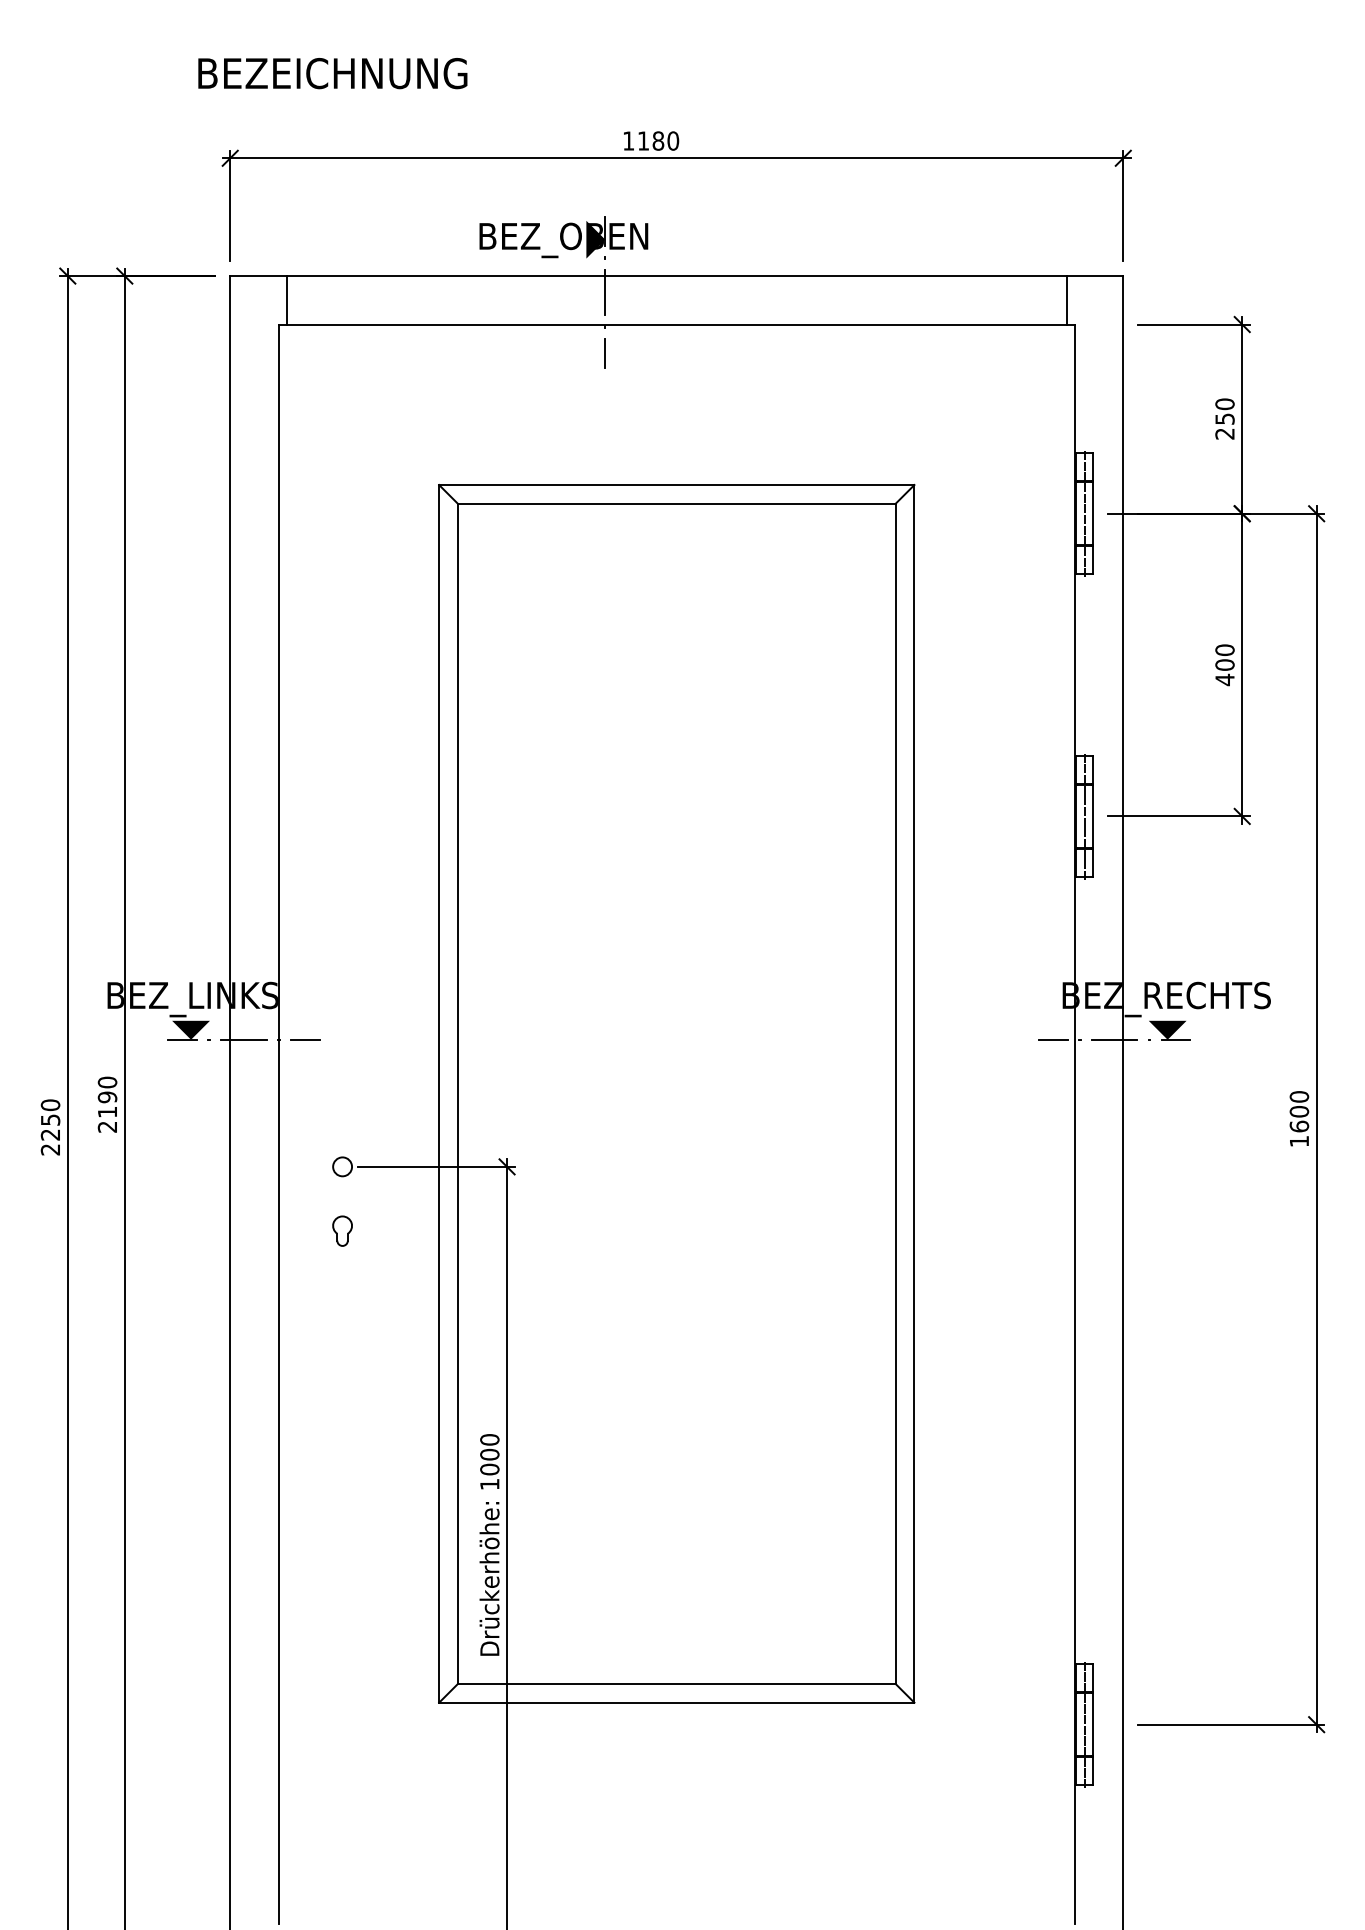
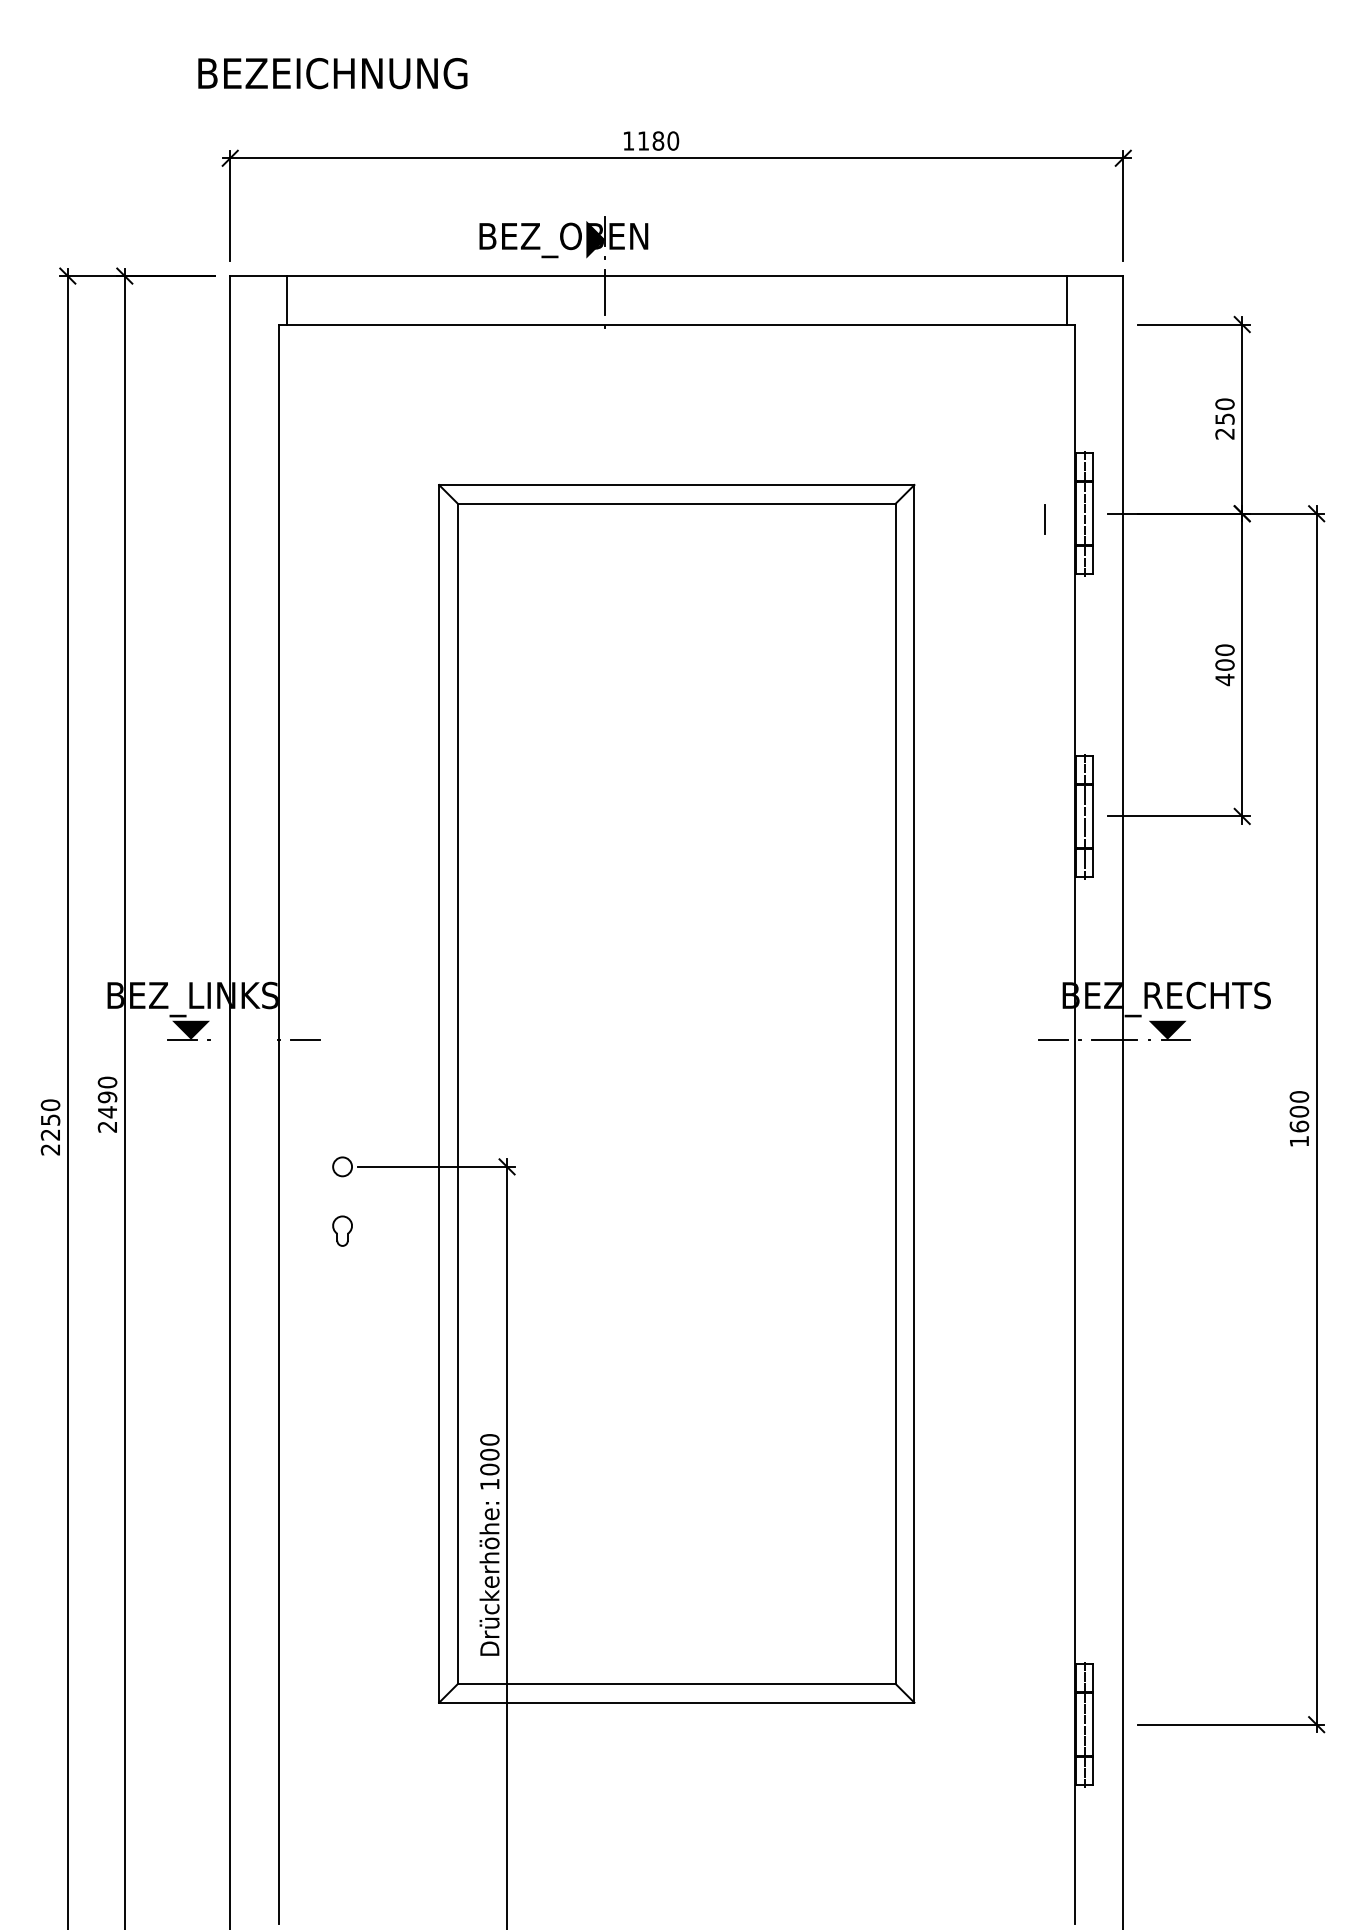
line at (604, 353) position: (604, 353) -> (1044, 519)
line at (243, 1039): present -> none
text at (107, 1112): 2190 -> 2490
